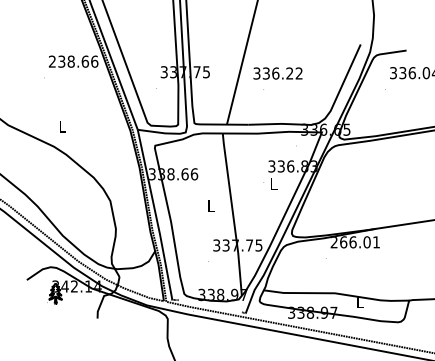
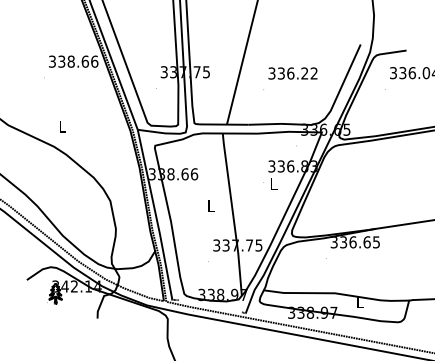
text at (52, 61): 238.66 -> 338.66
text at (277, 73) position: (277, 73) -> (292, 73)
text at (354, 242): 266.01 -> 336.65
